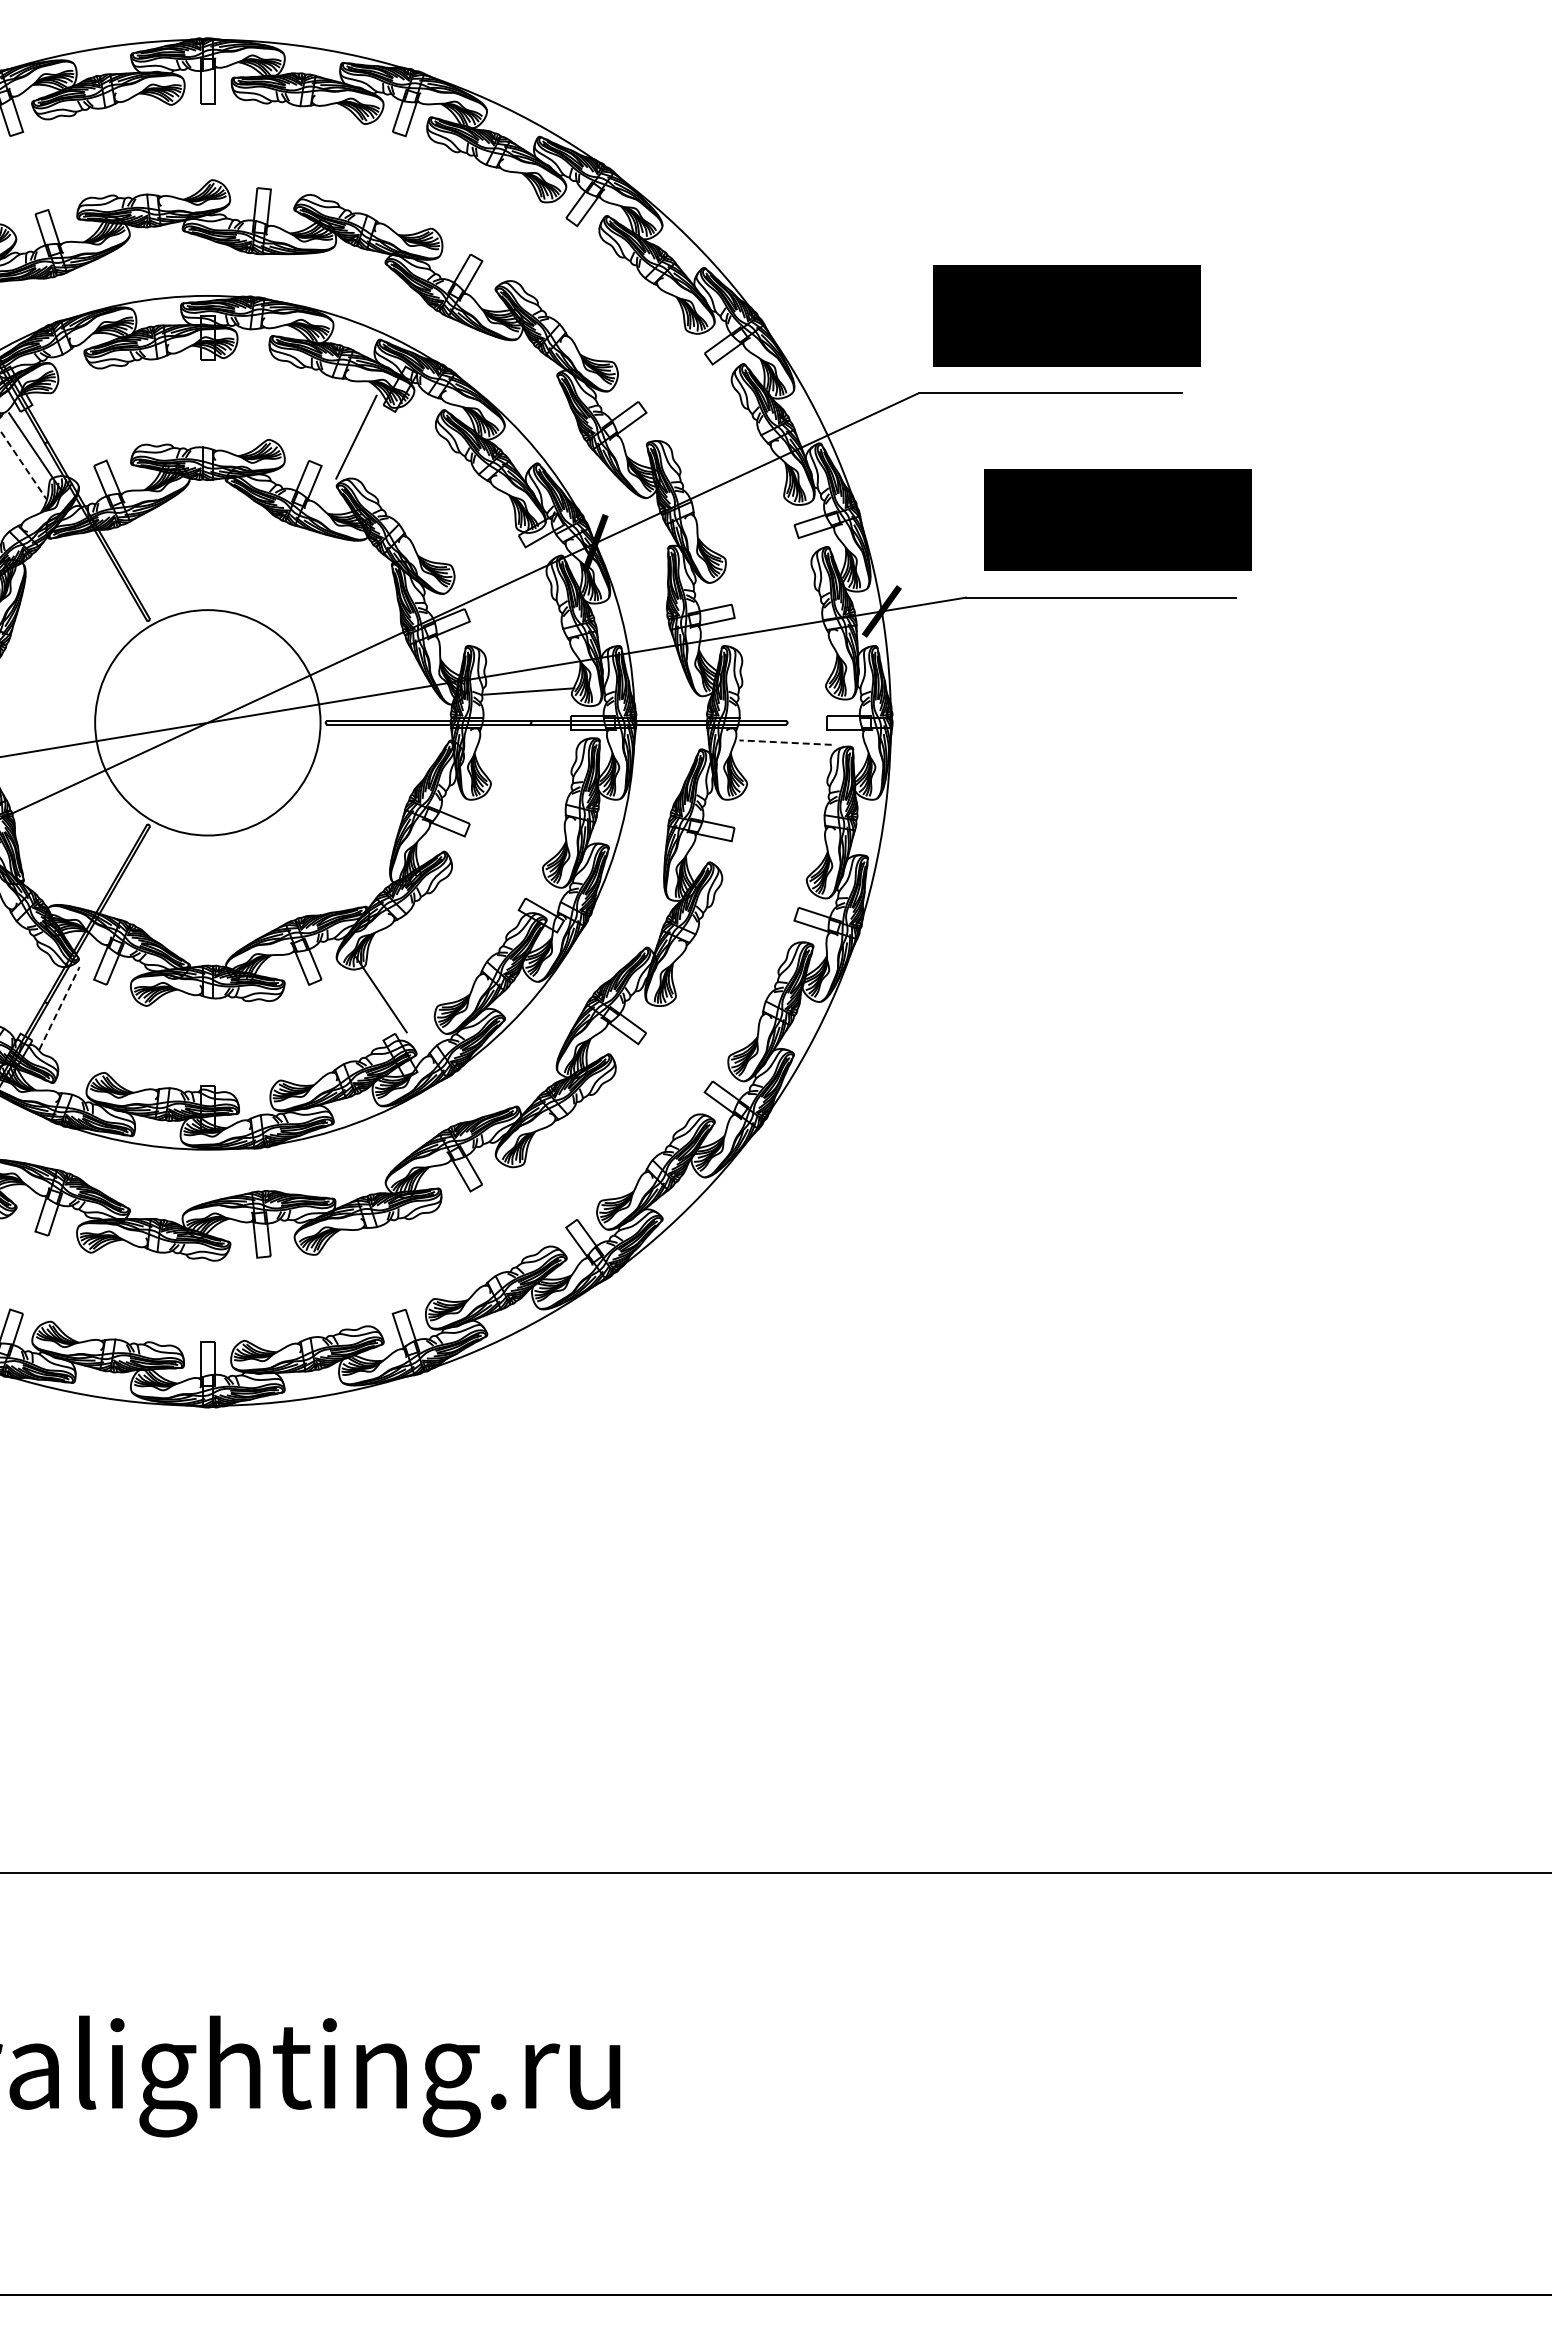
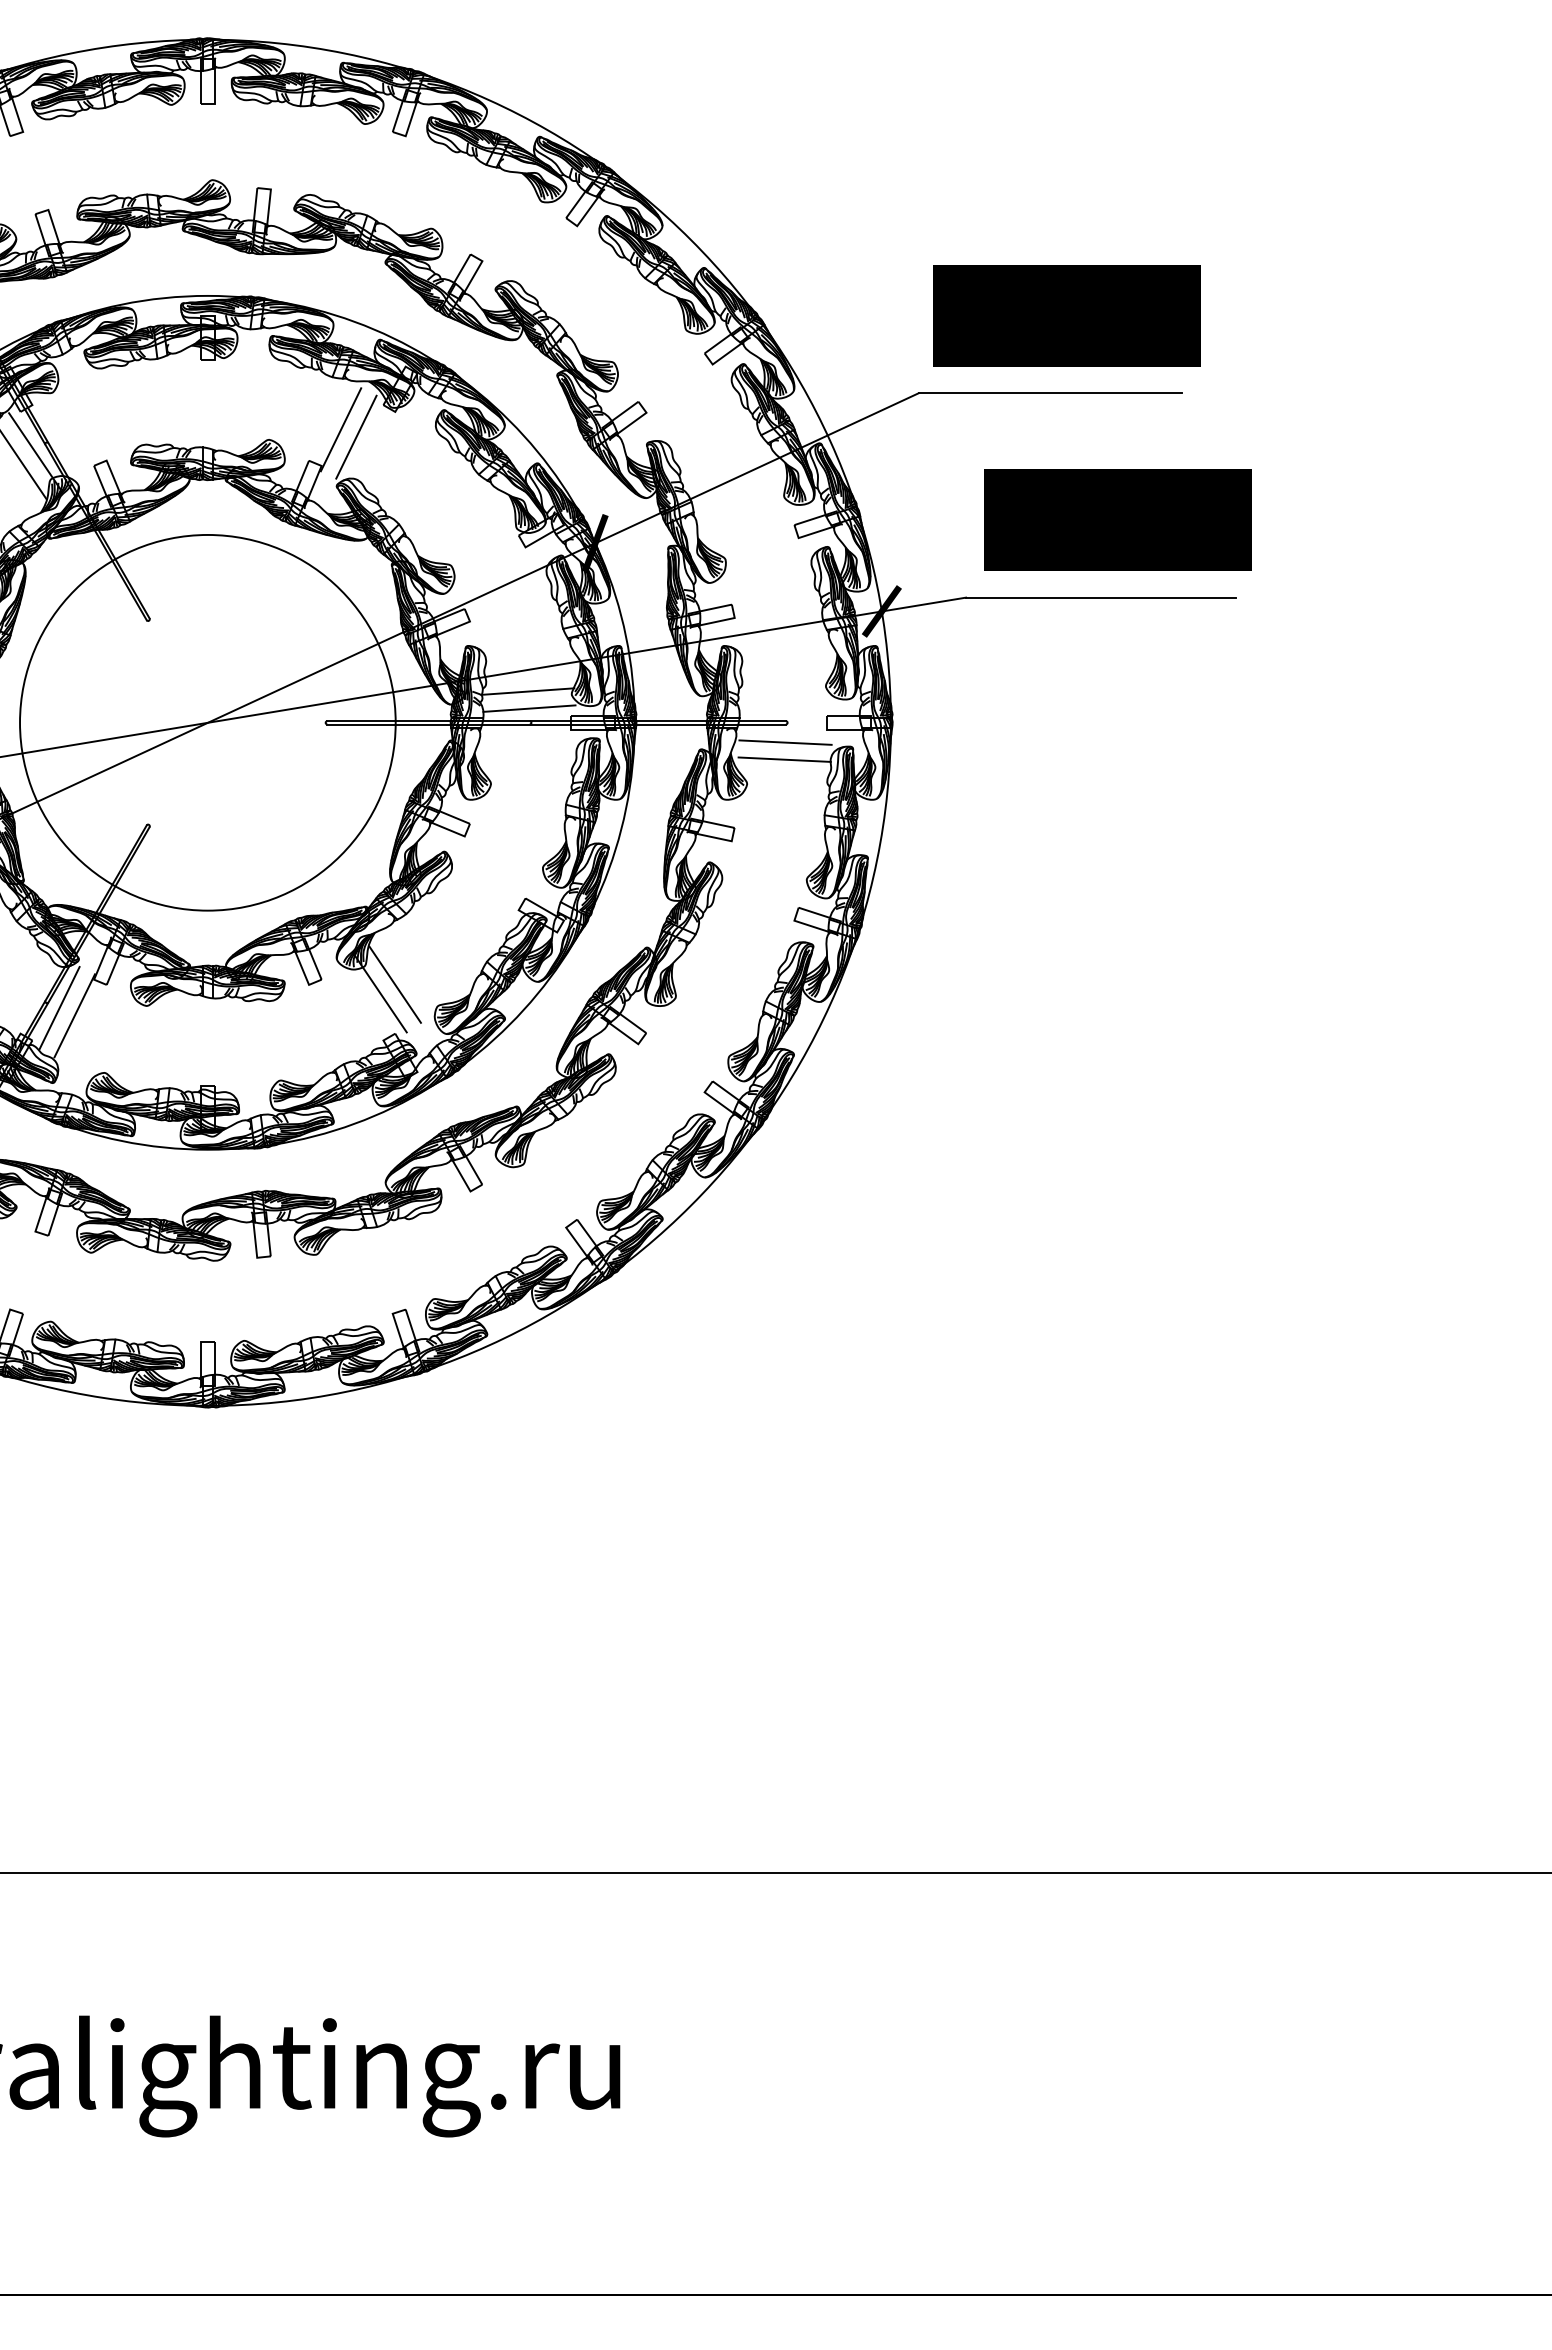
line at (340, 429): none -> present
line at (23, 465): dashed -> solid
line at (529, 708): none -> present
circle at (207, 722) diameter: 225 px -> 376 px
line at (785, 742): dashed -> solid
line at (784, 759): none -> present
line at (394, 984): none -> present
line at (59, 1007): dashed -> solid
line at (74, 1015): none -> present
